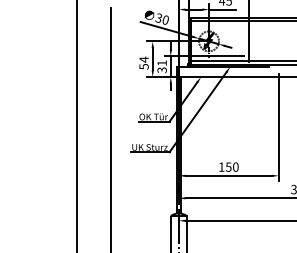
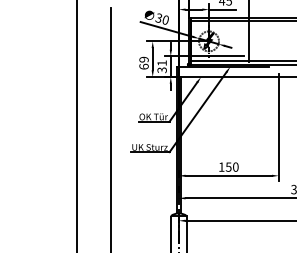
text at (143, 62): 54 -> 69
